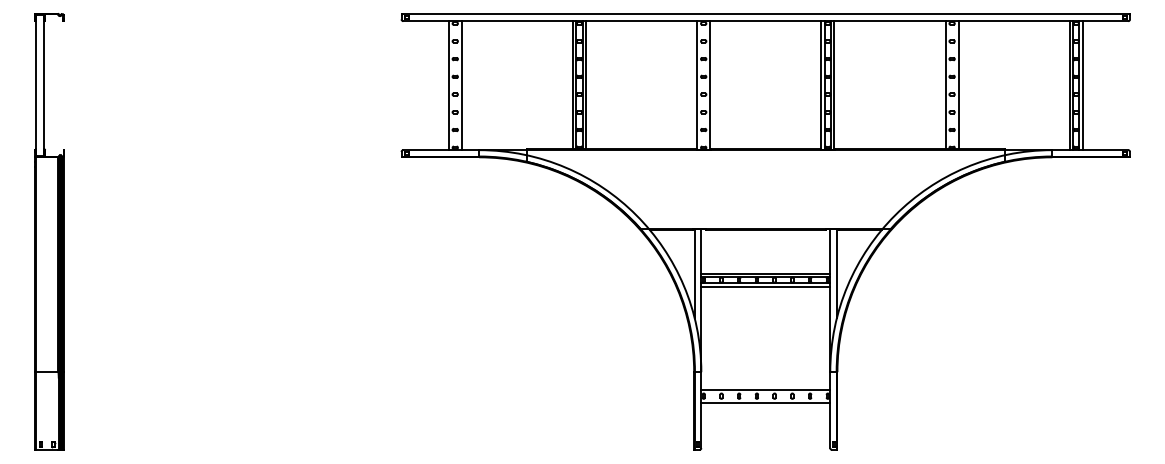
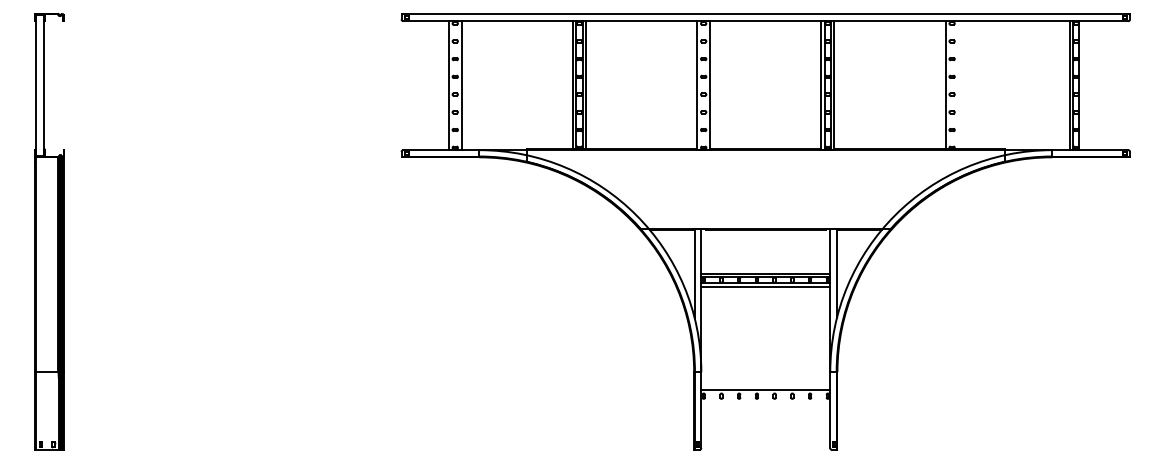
line at (958, 85): present -> none
line at (1082, 85): present -> none
line at (765, 402): present -> none
